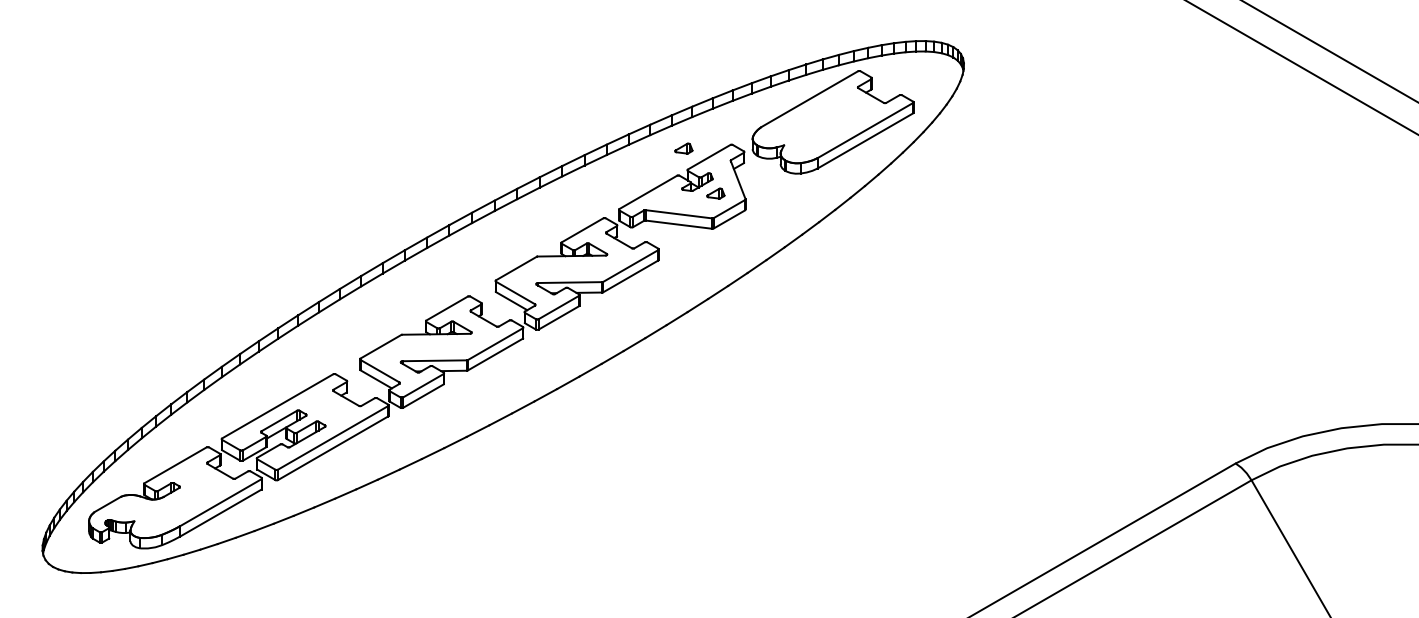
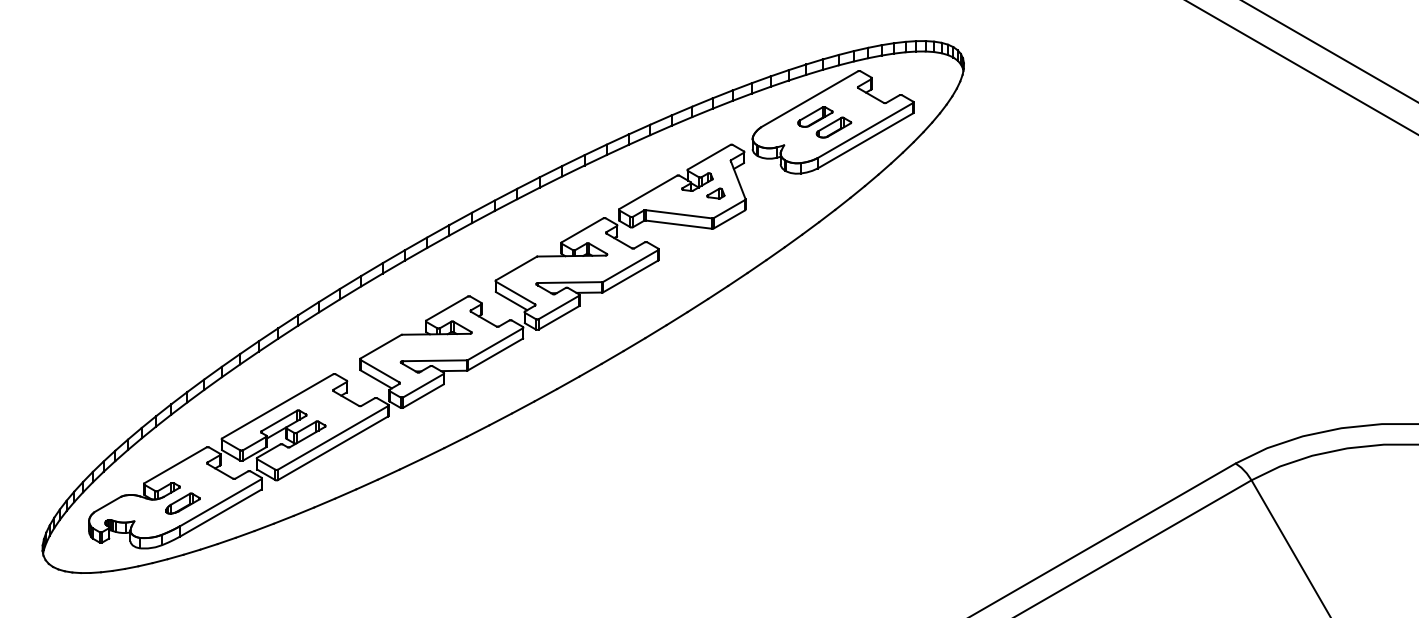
part at (824, 122): none -> present
part at (683, 148): present -> none
part at (182, 503): none -> present
